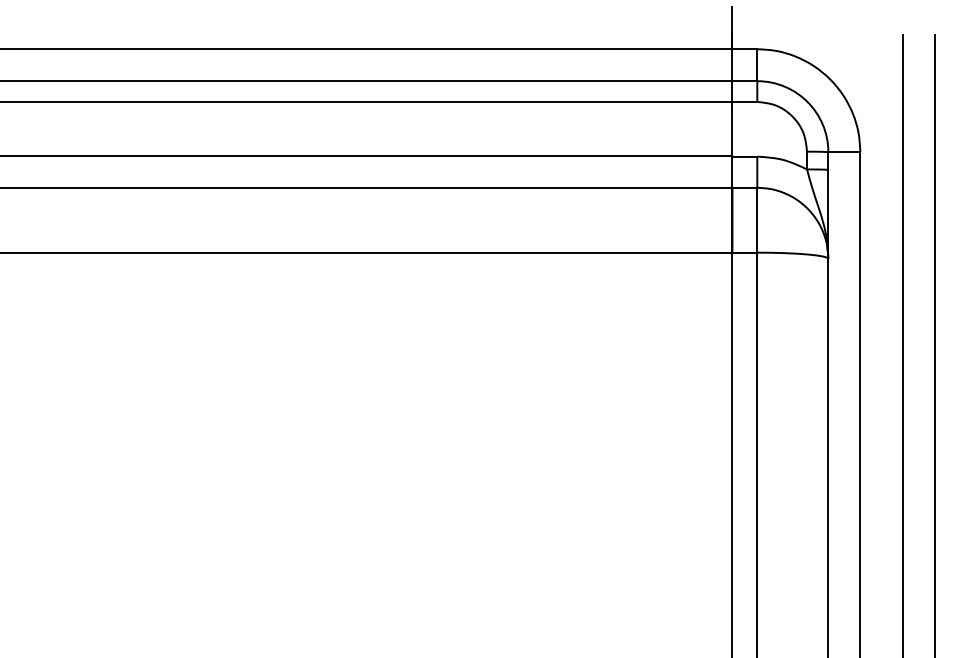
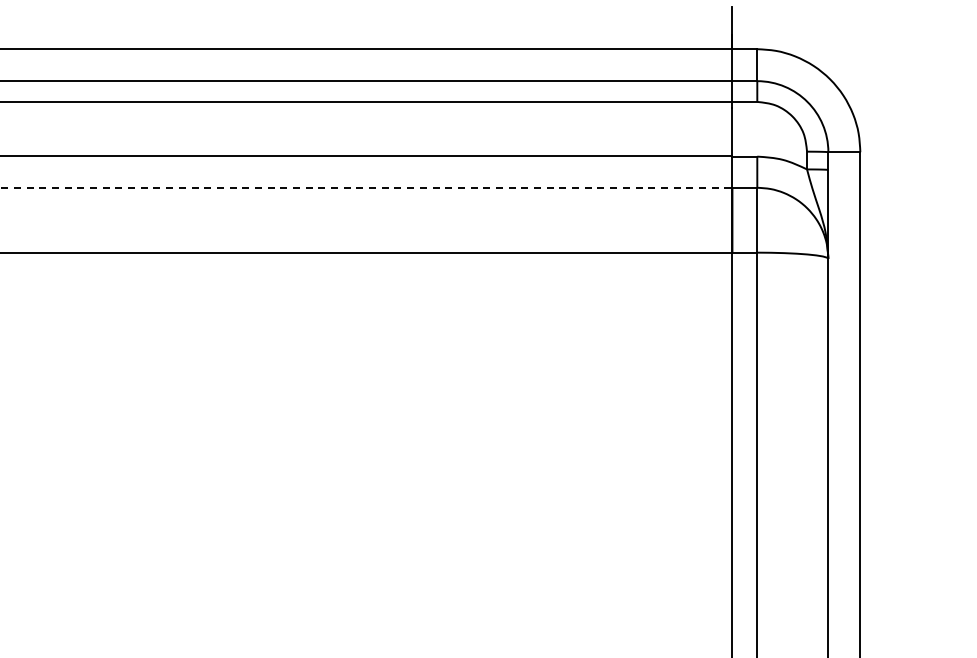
line at (366, 187): solid -> dashed
line at (903, 344): present -> none
line at (934, 344): present -> none
